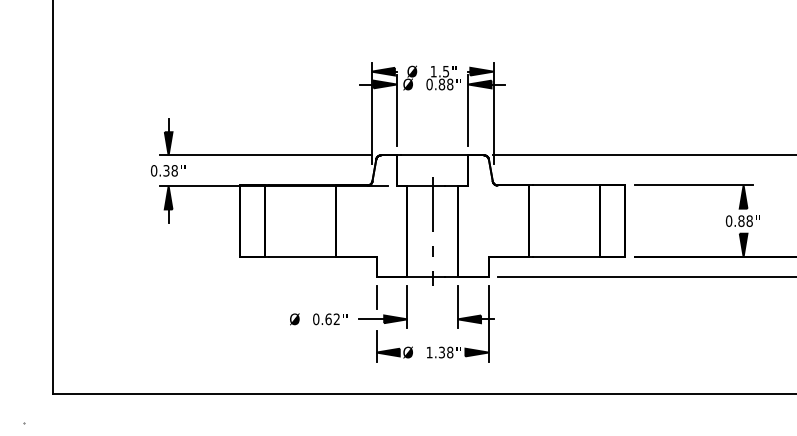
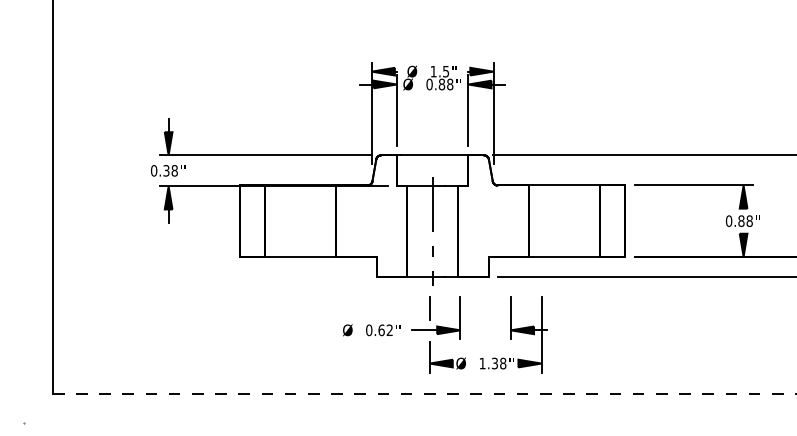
part at (392, 323) position: (392, 323) -> (445, 334)
line at (424, 393): solid -> dashed
